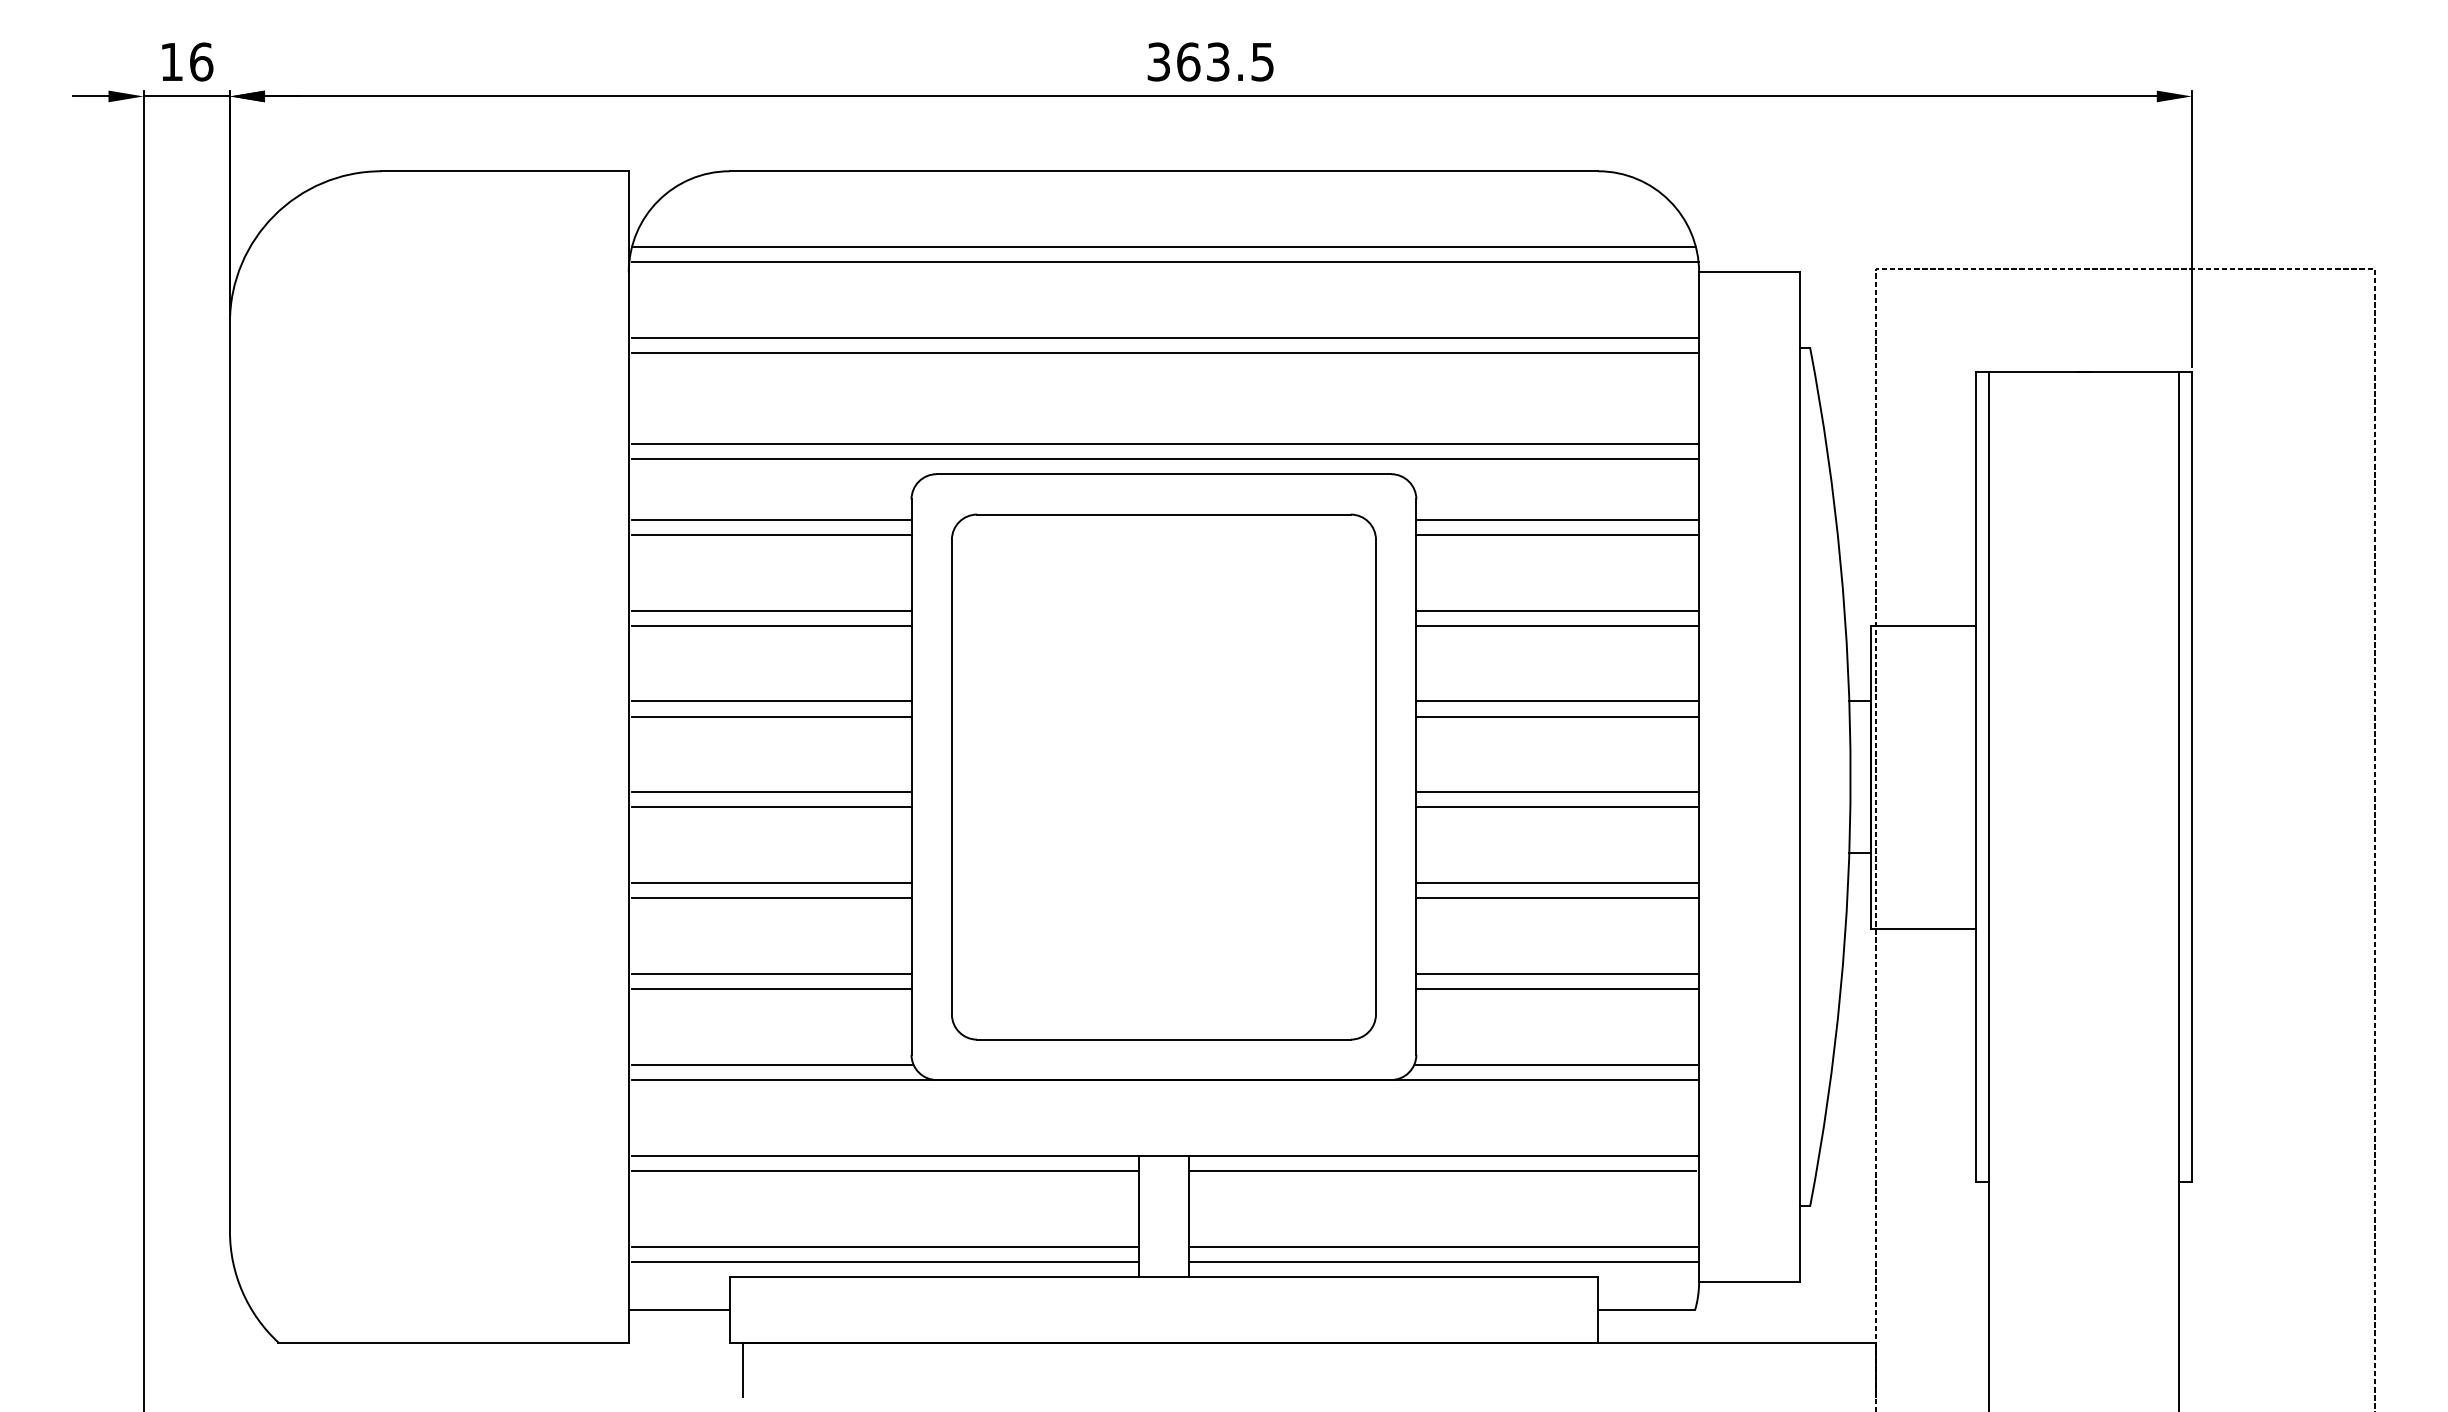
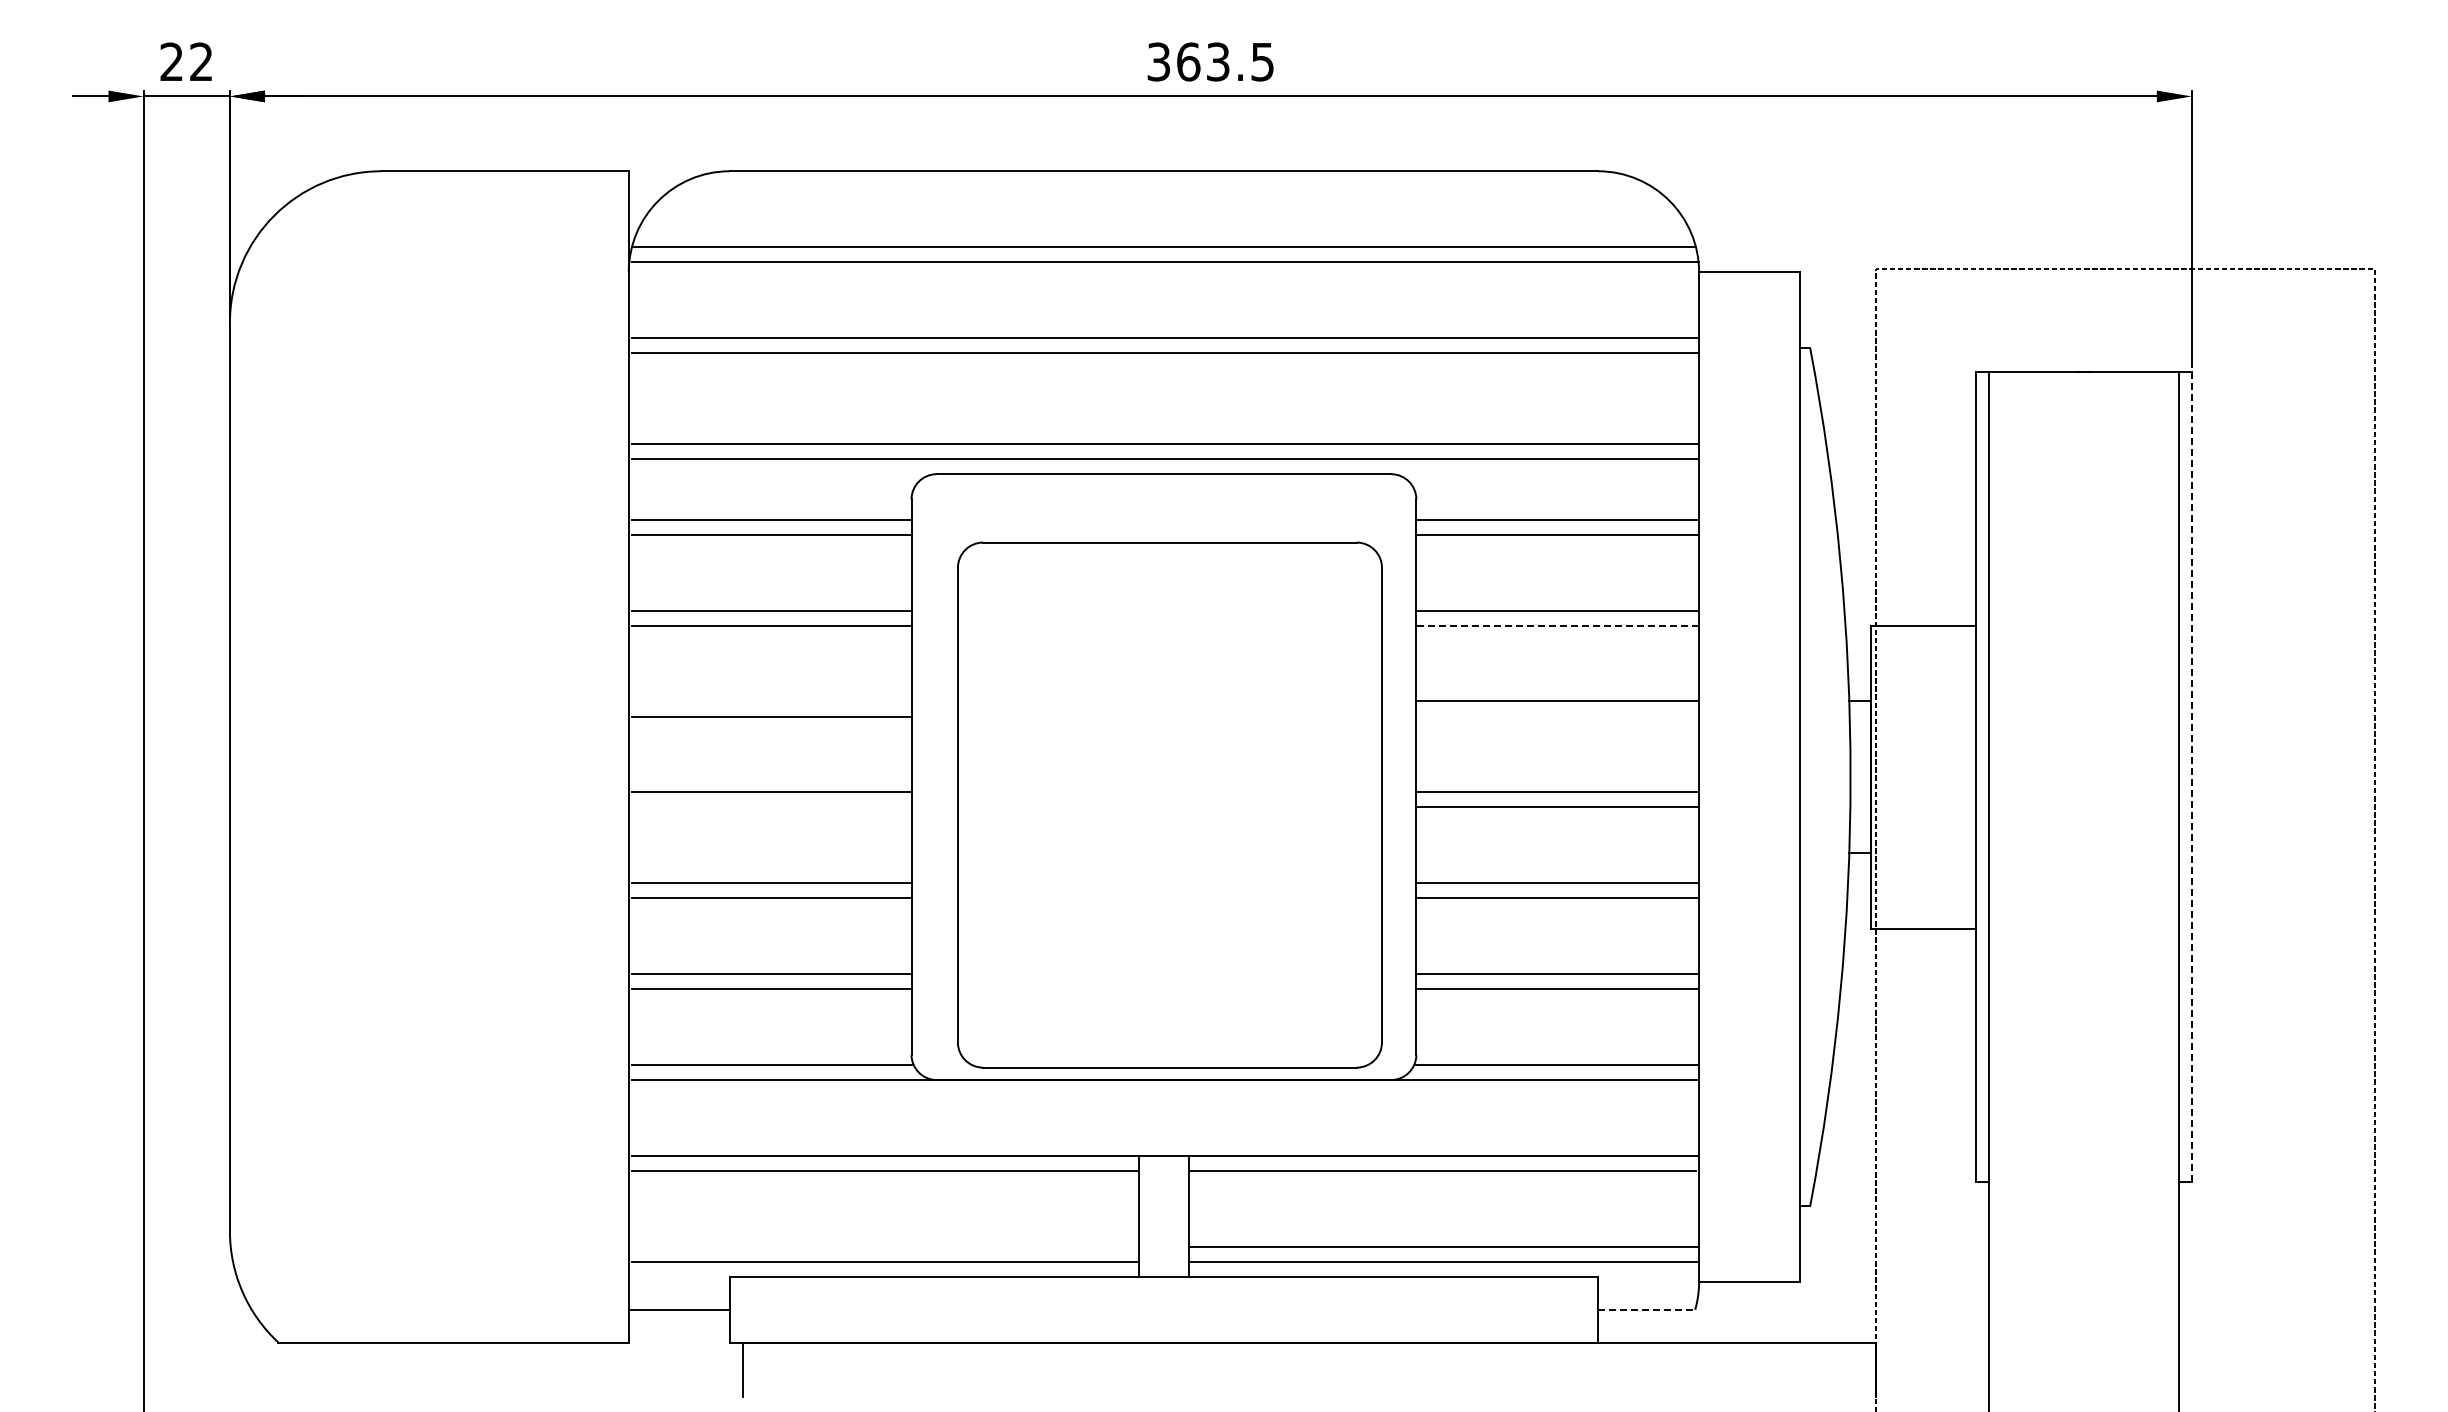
text at (186, 61): 16 -> 22
line at (1557, 625): solid -> dashed
line at (771, 701): present -> none
line at (1557, 716): present -> none
part at (1163, 776) position: (1163, 776) -> (1169, 804)
line at (2191, 777): solid -> dashed
line at (771, 807): present -> none
line at (885, 1246): present -> none
line at (1646, 1309): solid -> dashed
